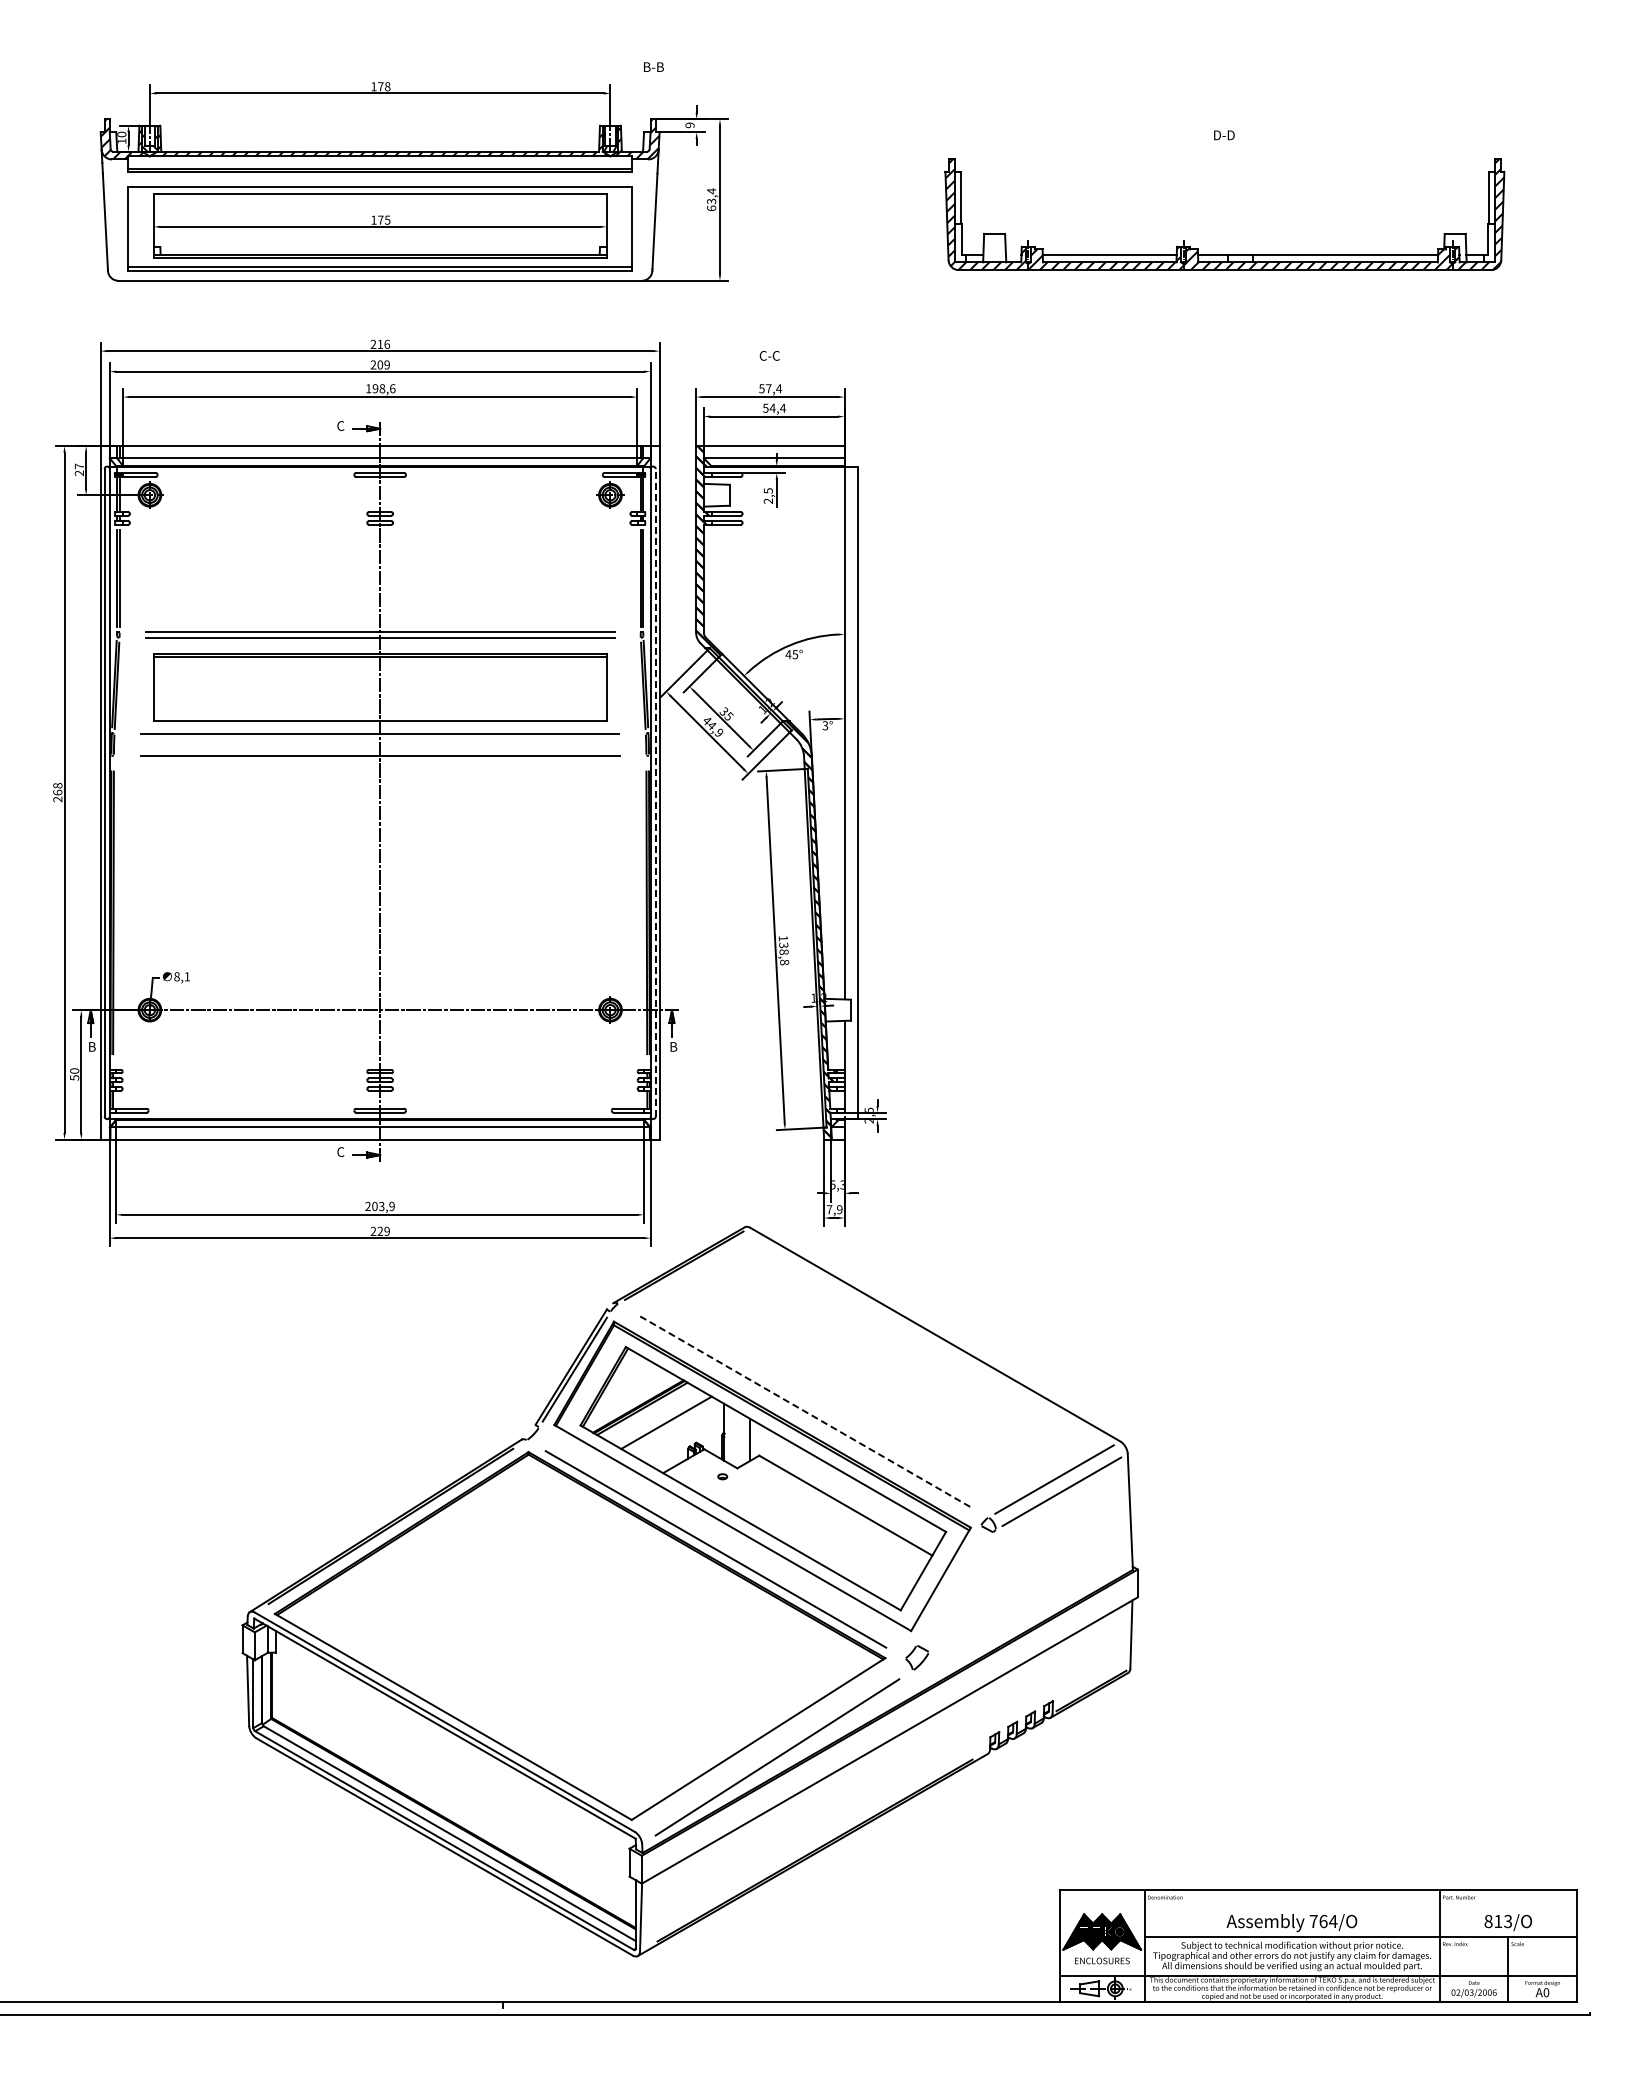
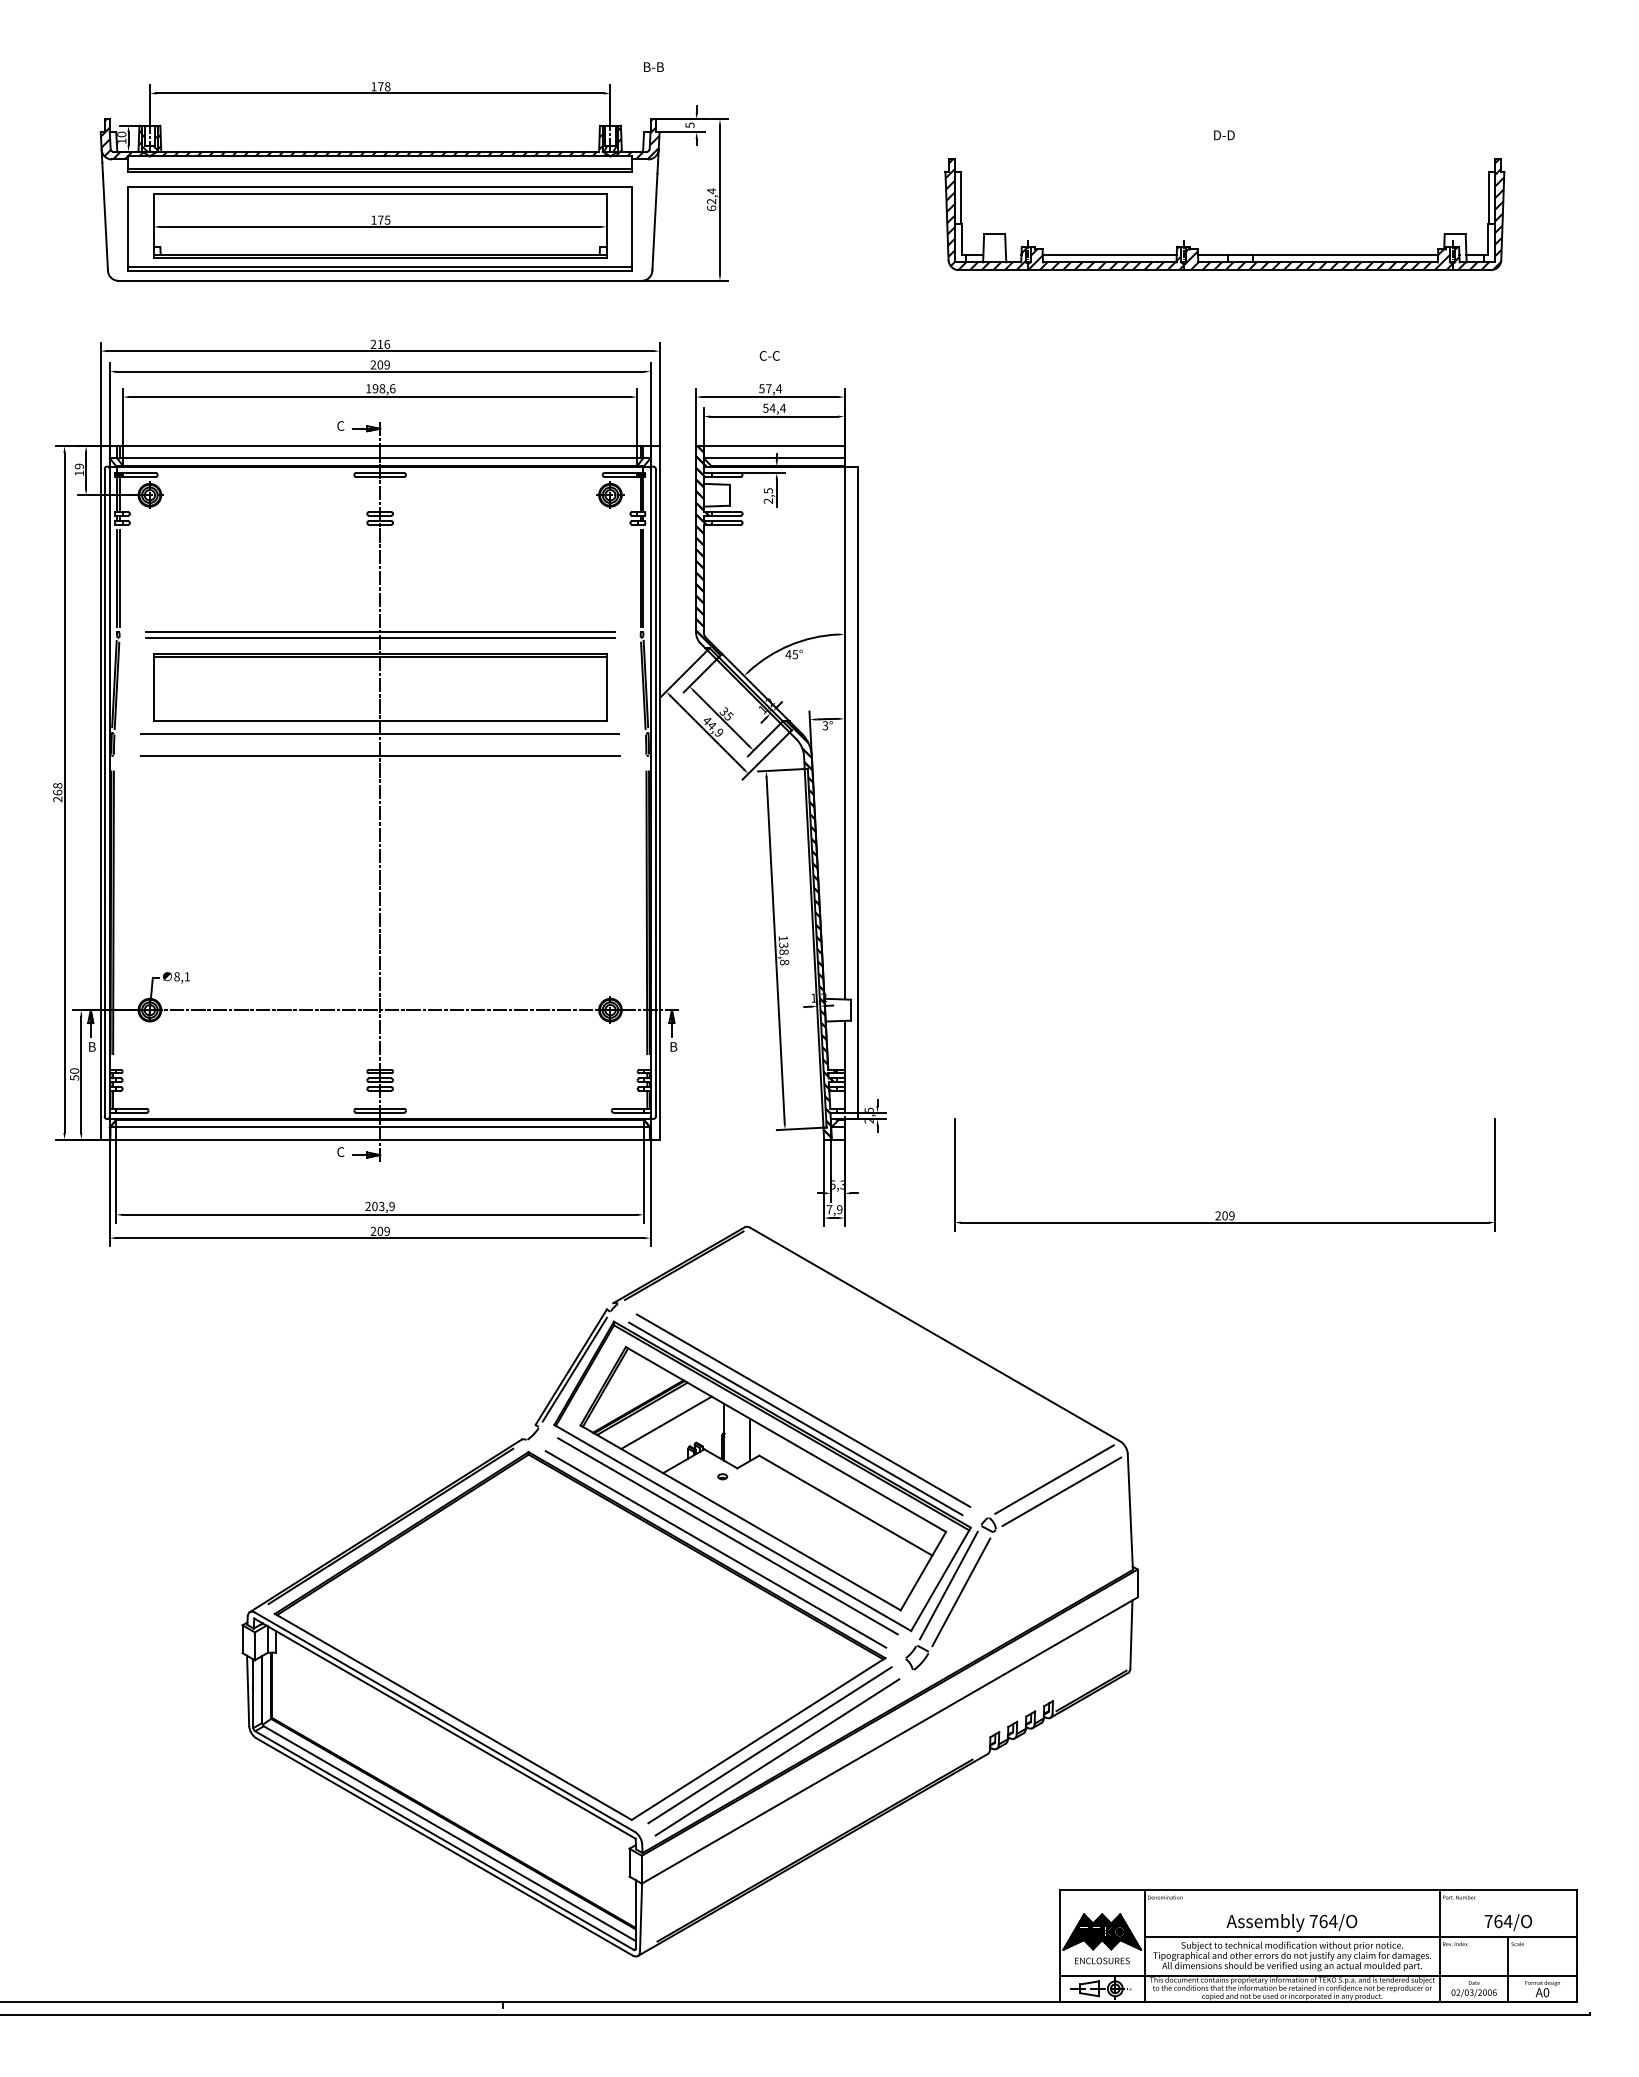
text at (689, 125): 9 -> 5
text at (712, 201): 63,4 -> 62,4
text at (78, 469): 27 -> 19
line at (655, 792): dashed -> solid
part at (1224, 1211): none -> present
text at (380, 1231): 229 -> 209
line at (803, 1410): dashed -> solid
line at (795, 1418): none -> present
line at (727, 1536): none -> present
line at (948, 1585): none -> present
line at (961, 1592): none -> present
line at (769, 1745): none -> present
text at (1498, 1921): 813/O -> 764/O
